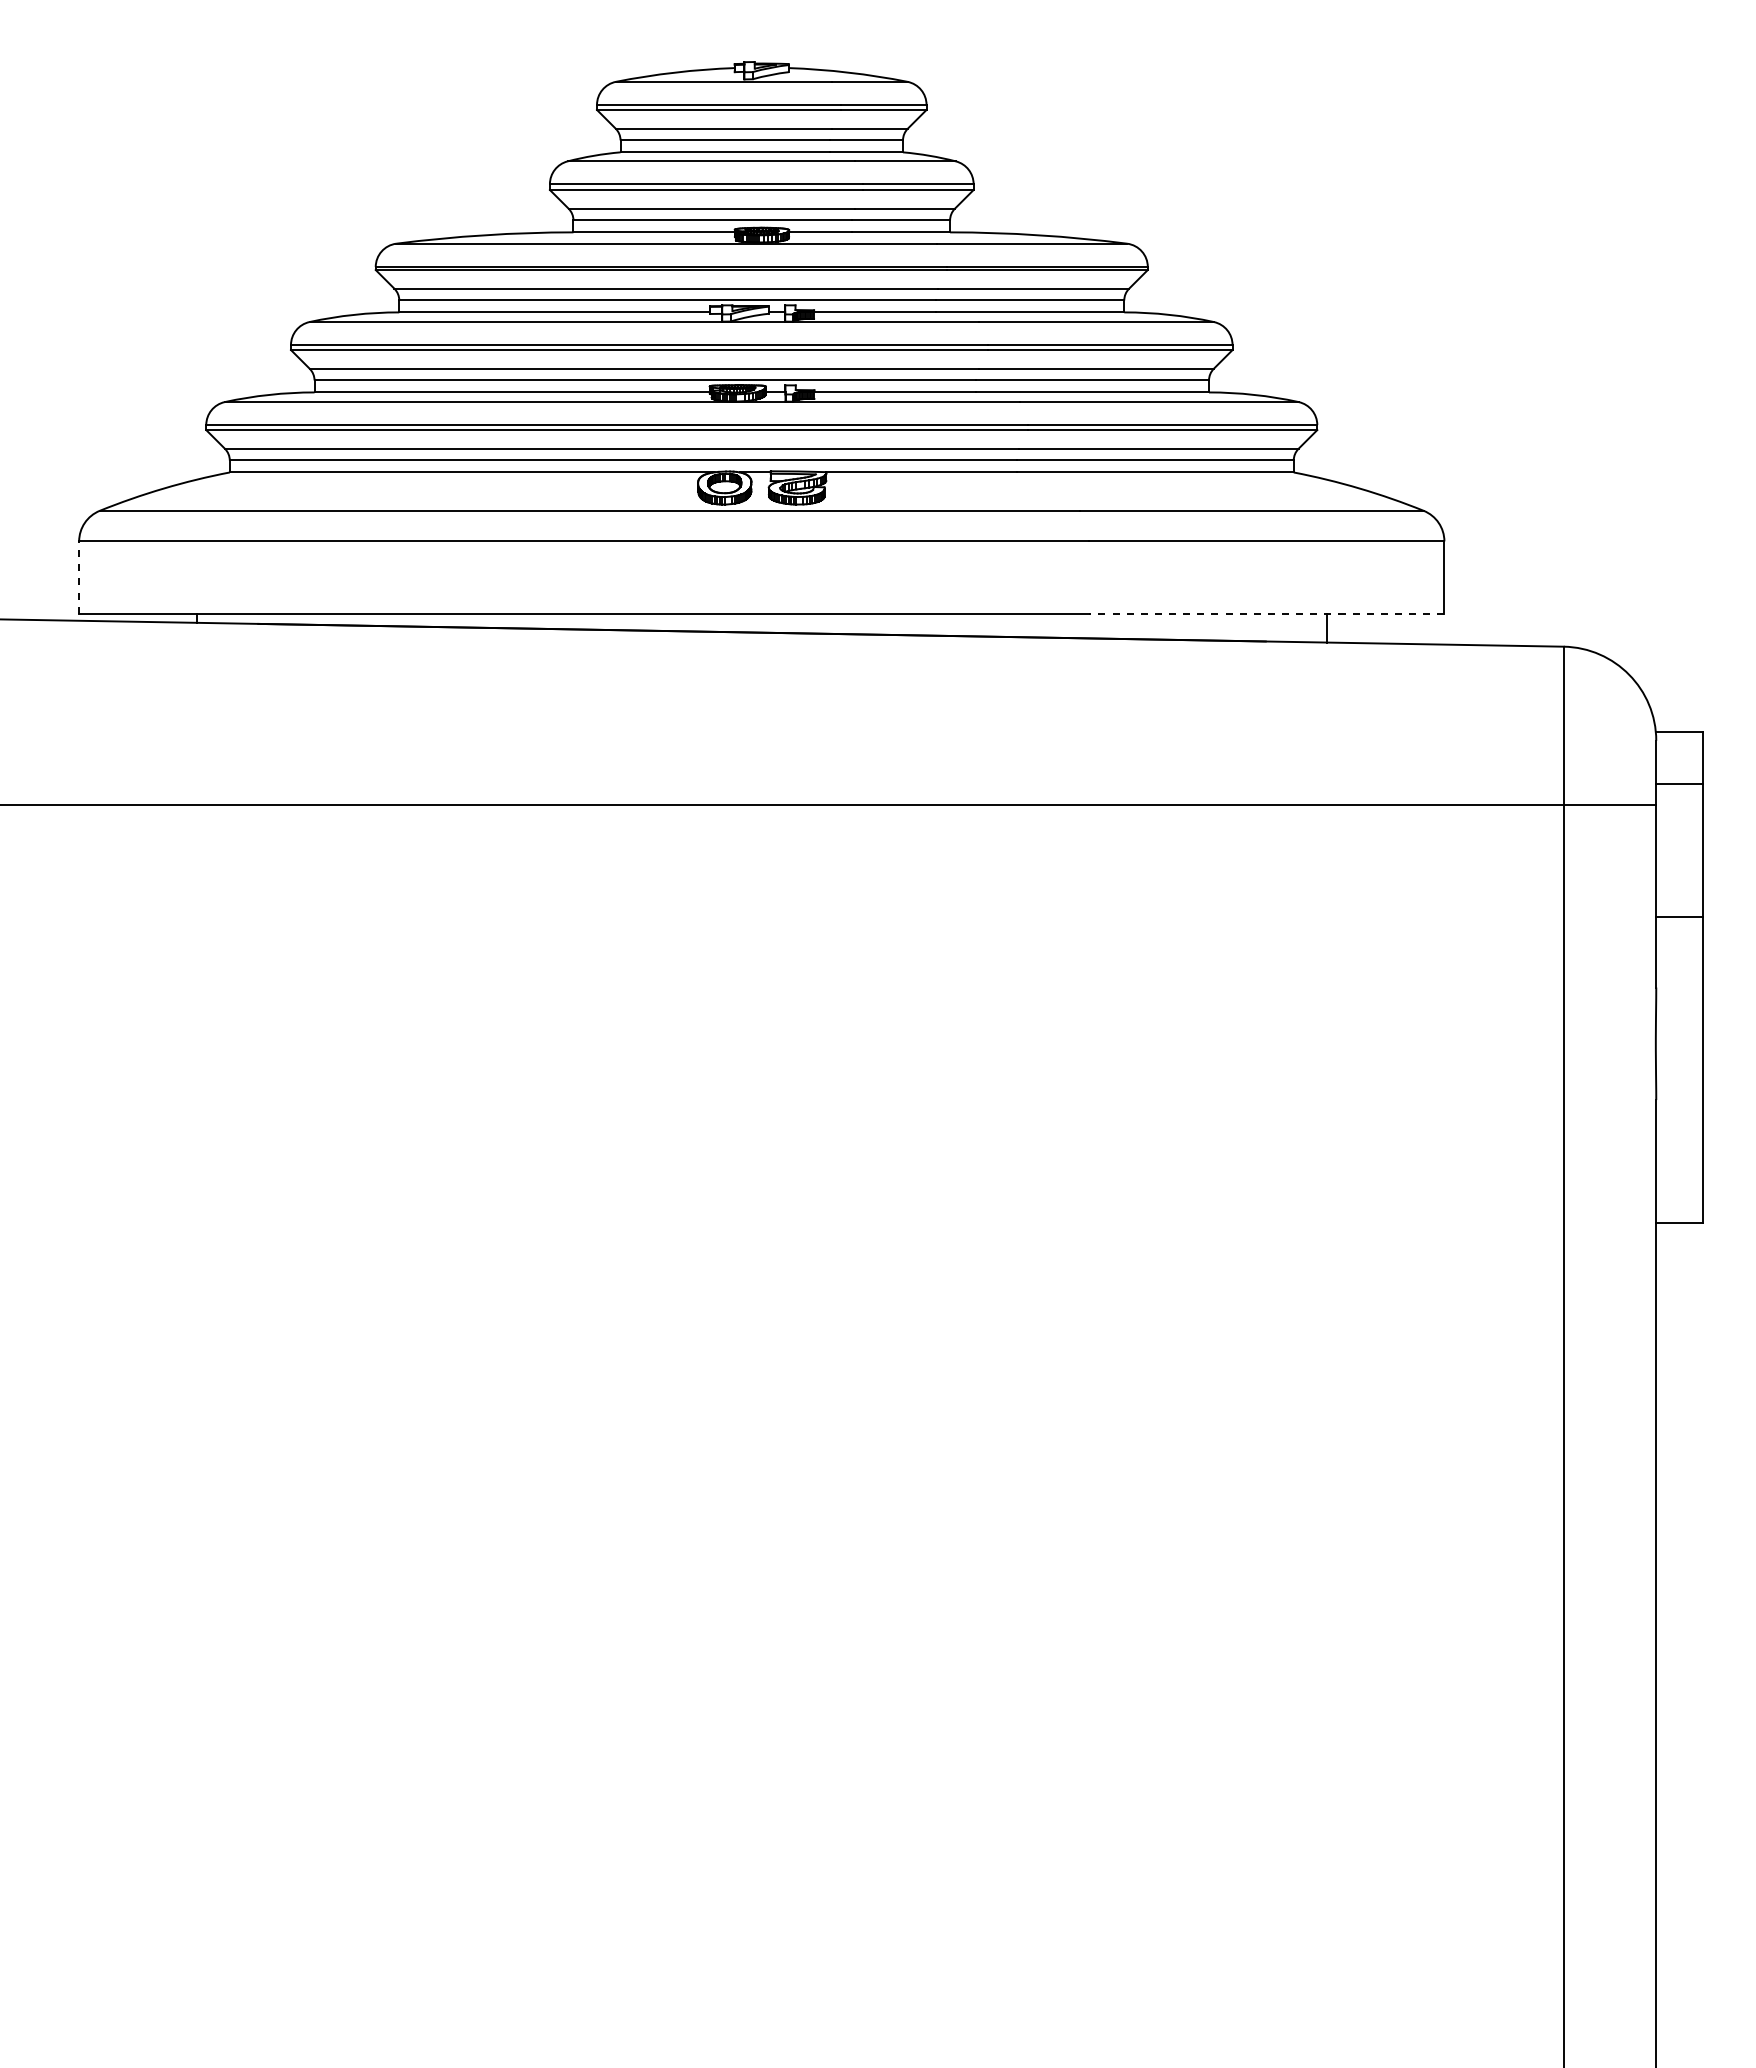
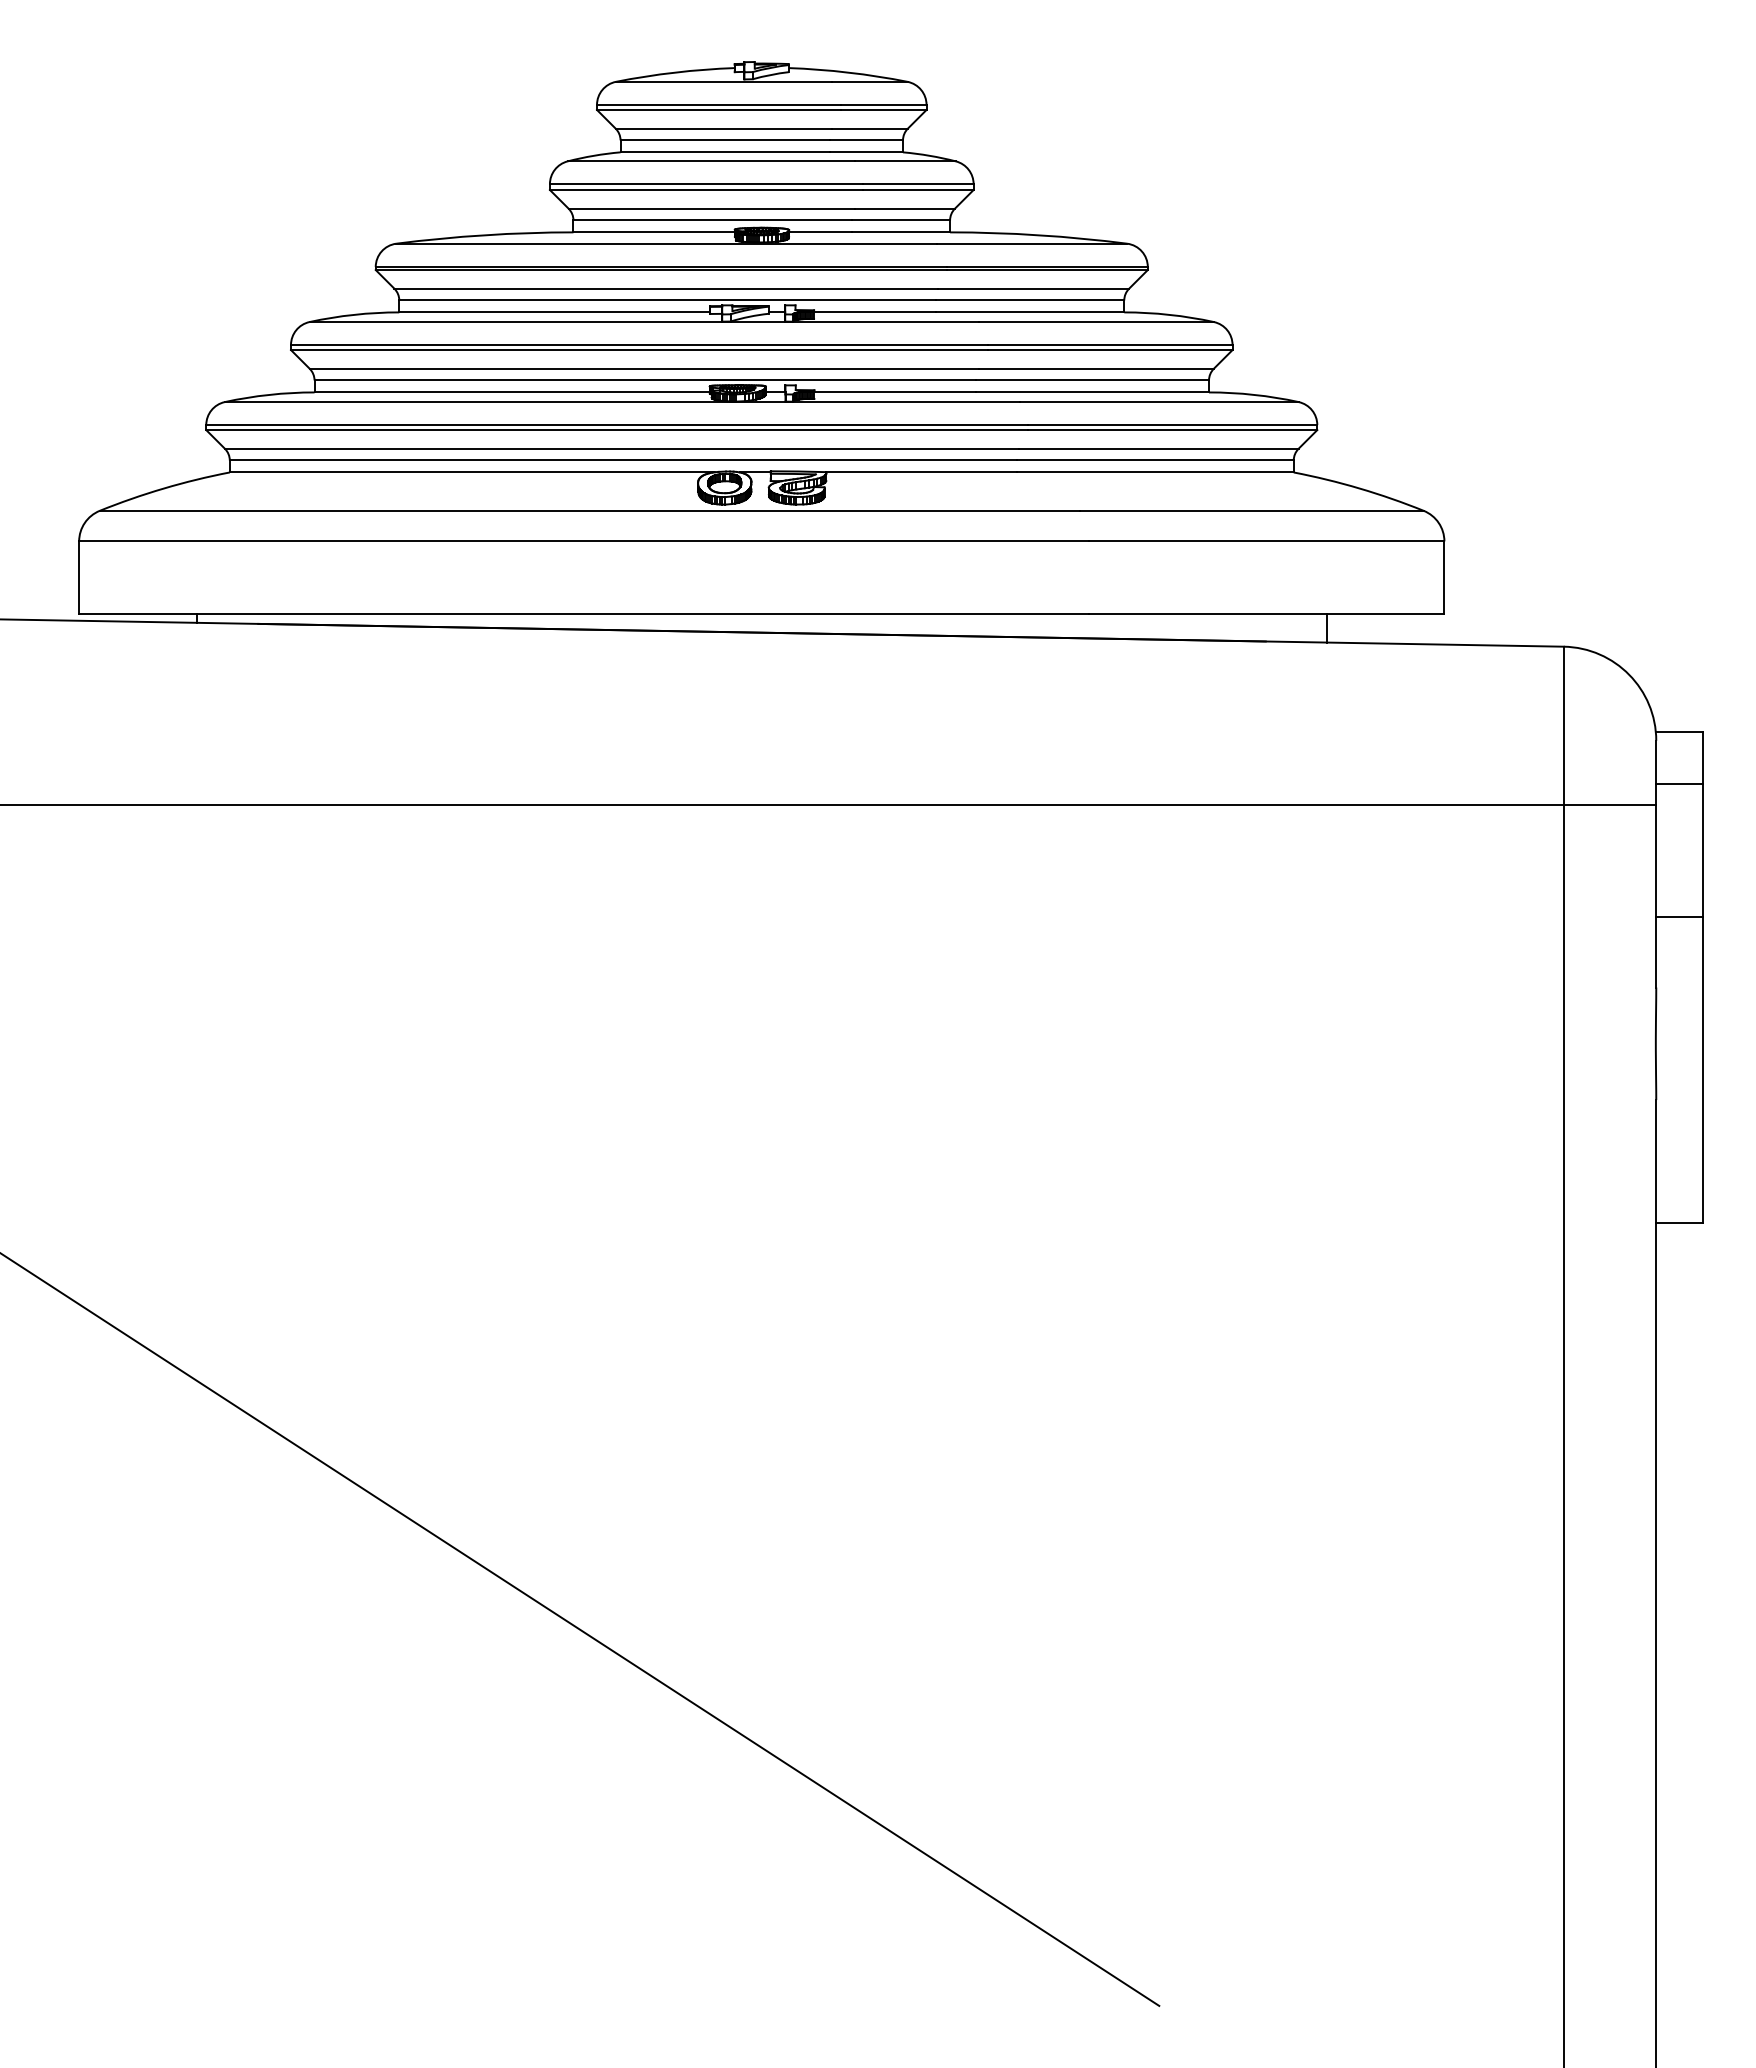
line at (79, 577): dashed -> solid
line at (1266, 613): dashed -> solid
line at (580, 1629): none -> present
